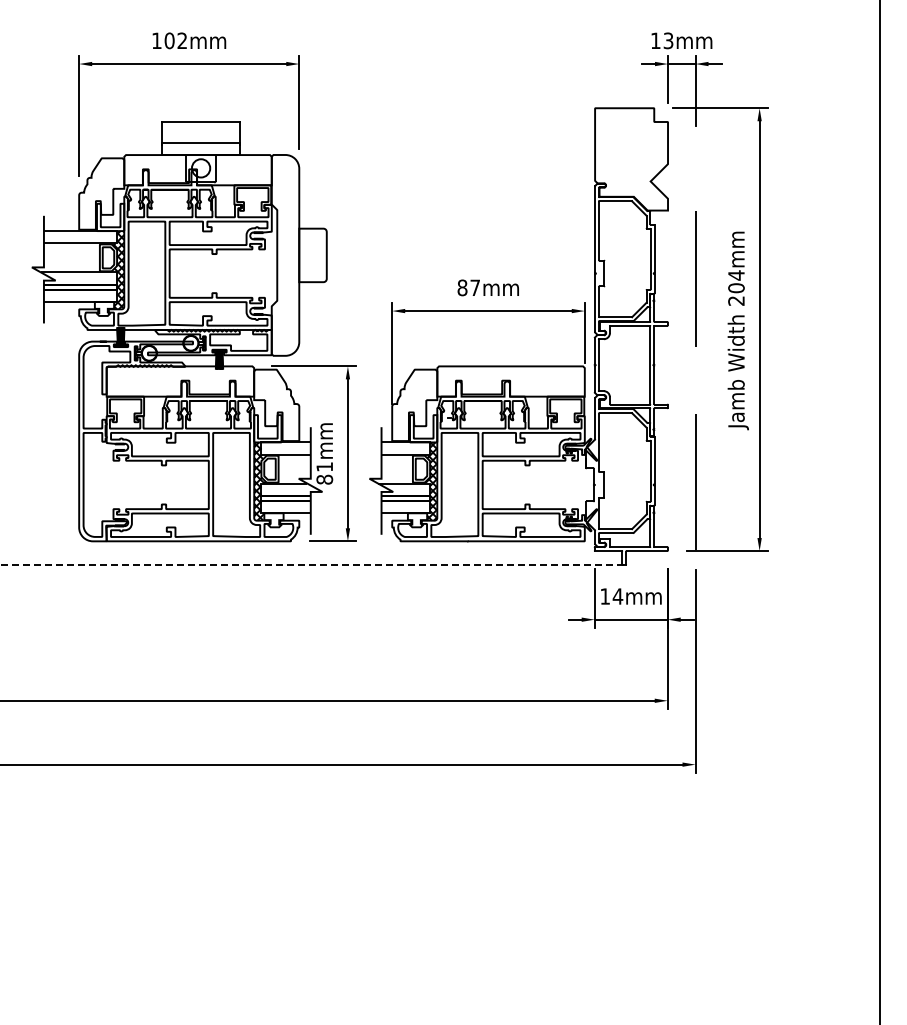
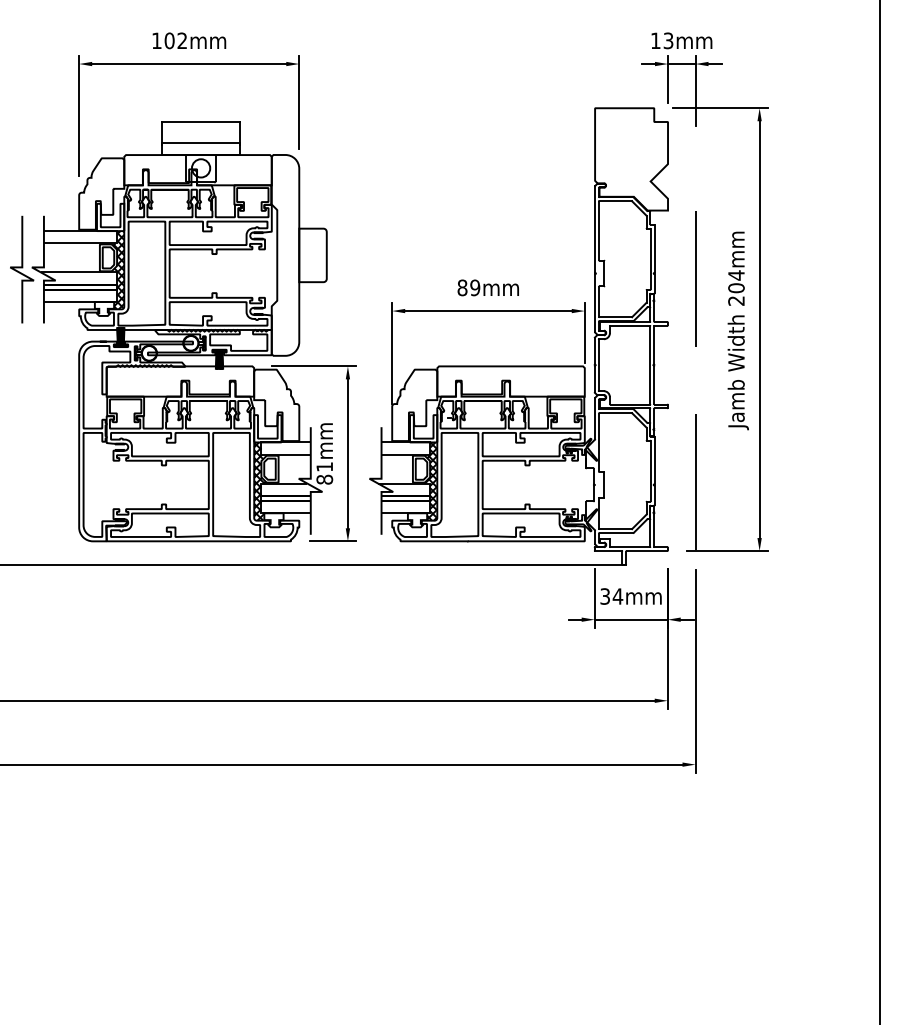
part at (22, 269): none -> present
text at (475, 287): 87mm -> 89mm
line at (312, 564): dashed -> solid
text at (604, 596): 14mm -> 34mm
